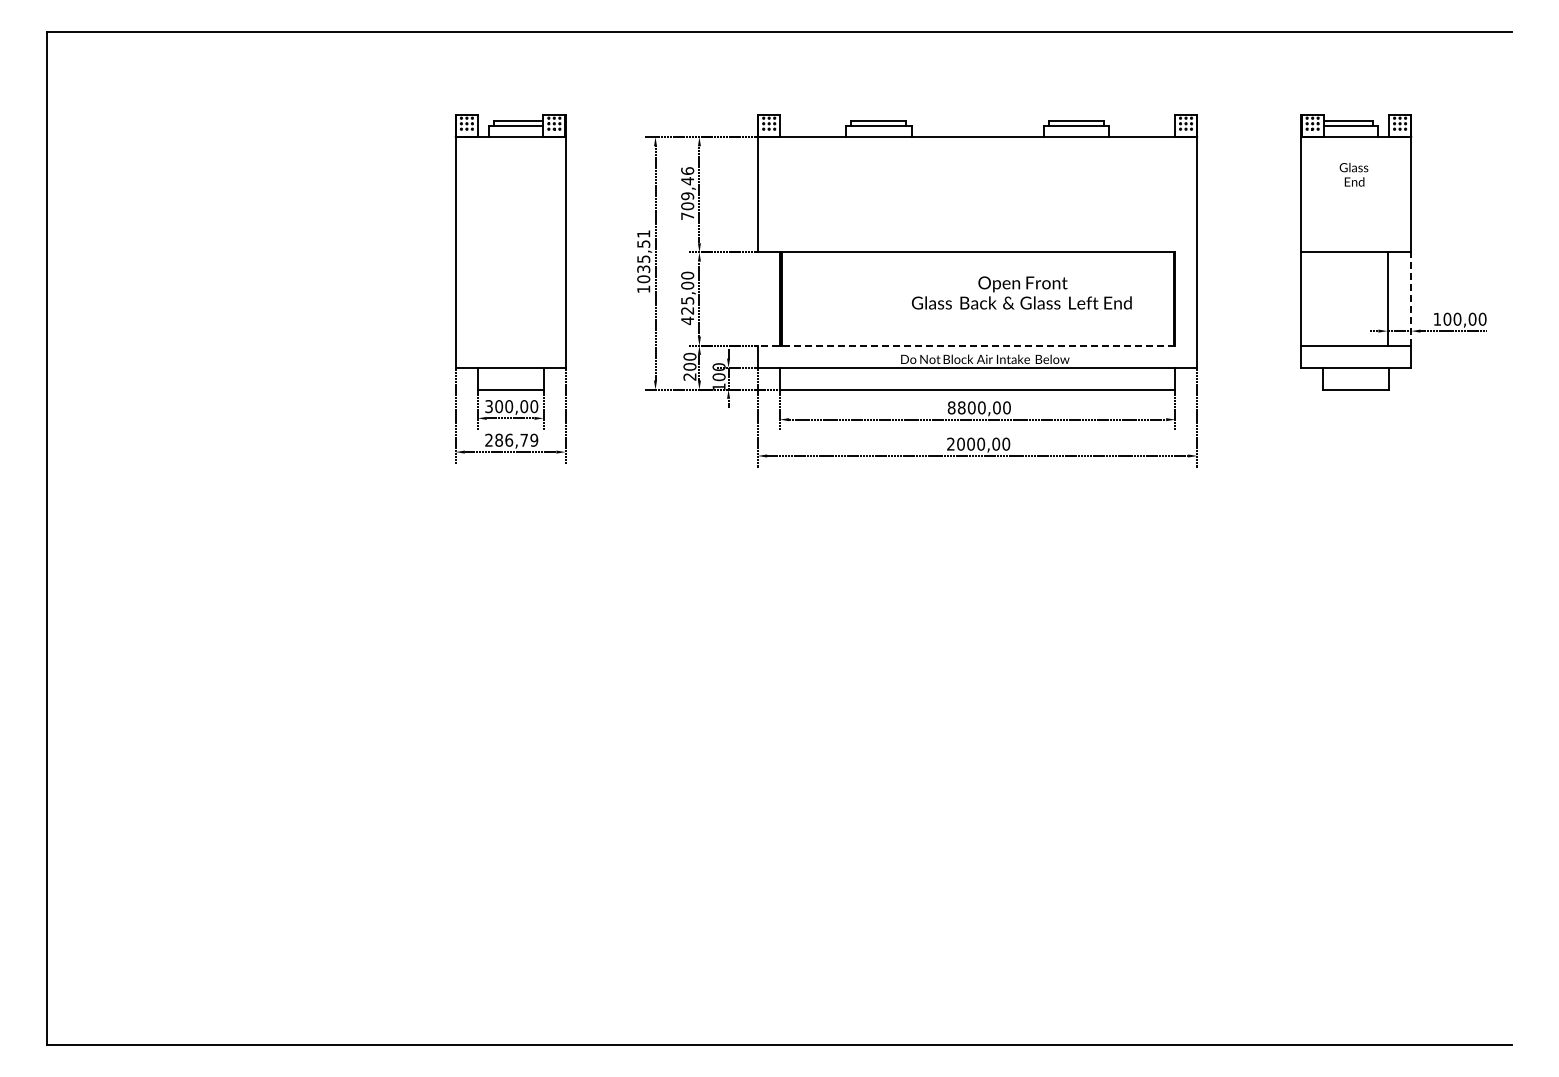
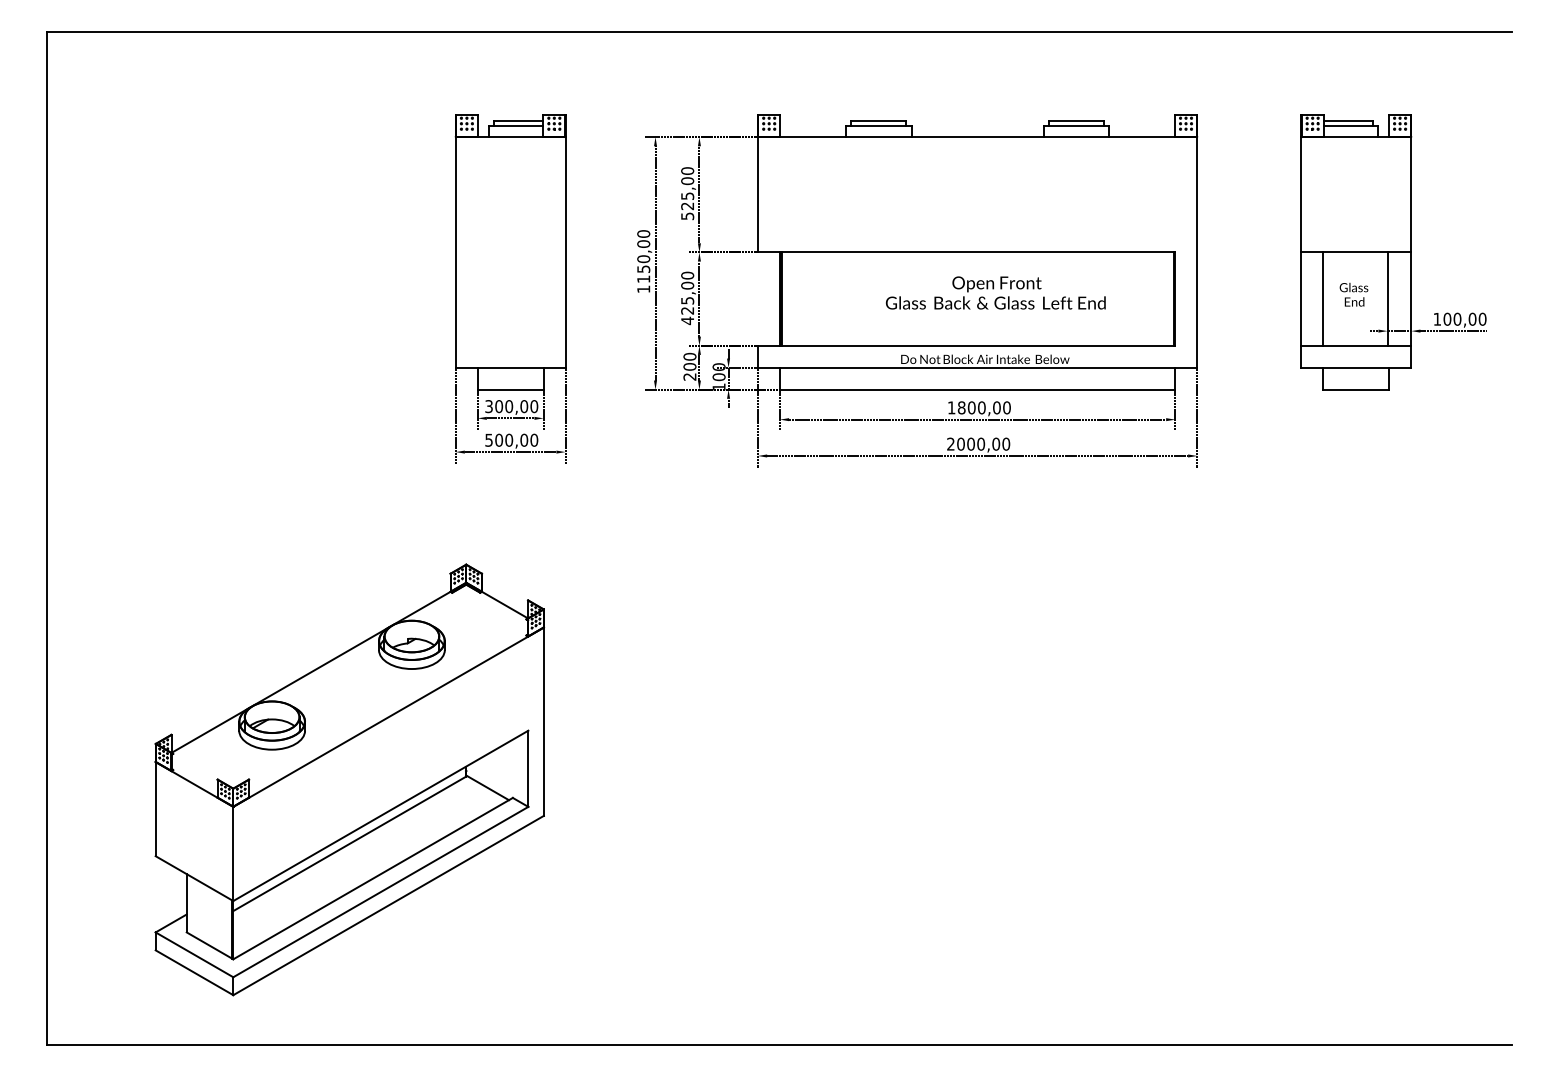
text at (1353, 174) position: (1353, 174) -> (1353, 294)
text at (687, 193): 709,46 -> 525,00
text at (643, 256): 1035,51 -> 1150,00
text at (1021, 292) position: (1021, 292) -> (995, 292)
line at (1323, 298): none -> present
line at (1411, 299): dashed -> solid
line at (966, 345): dashed -> solid
text at (951, 407): 8800,00 -> 1800,00
text at (511, 439): 286,79 -> 500,00
part at (349, 779): none -> present
